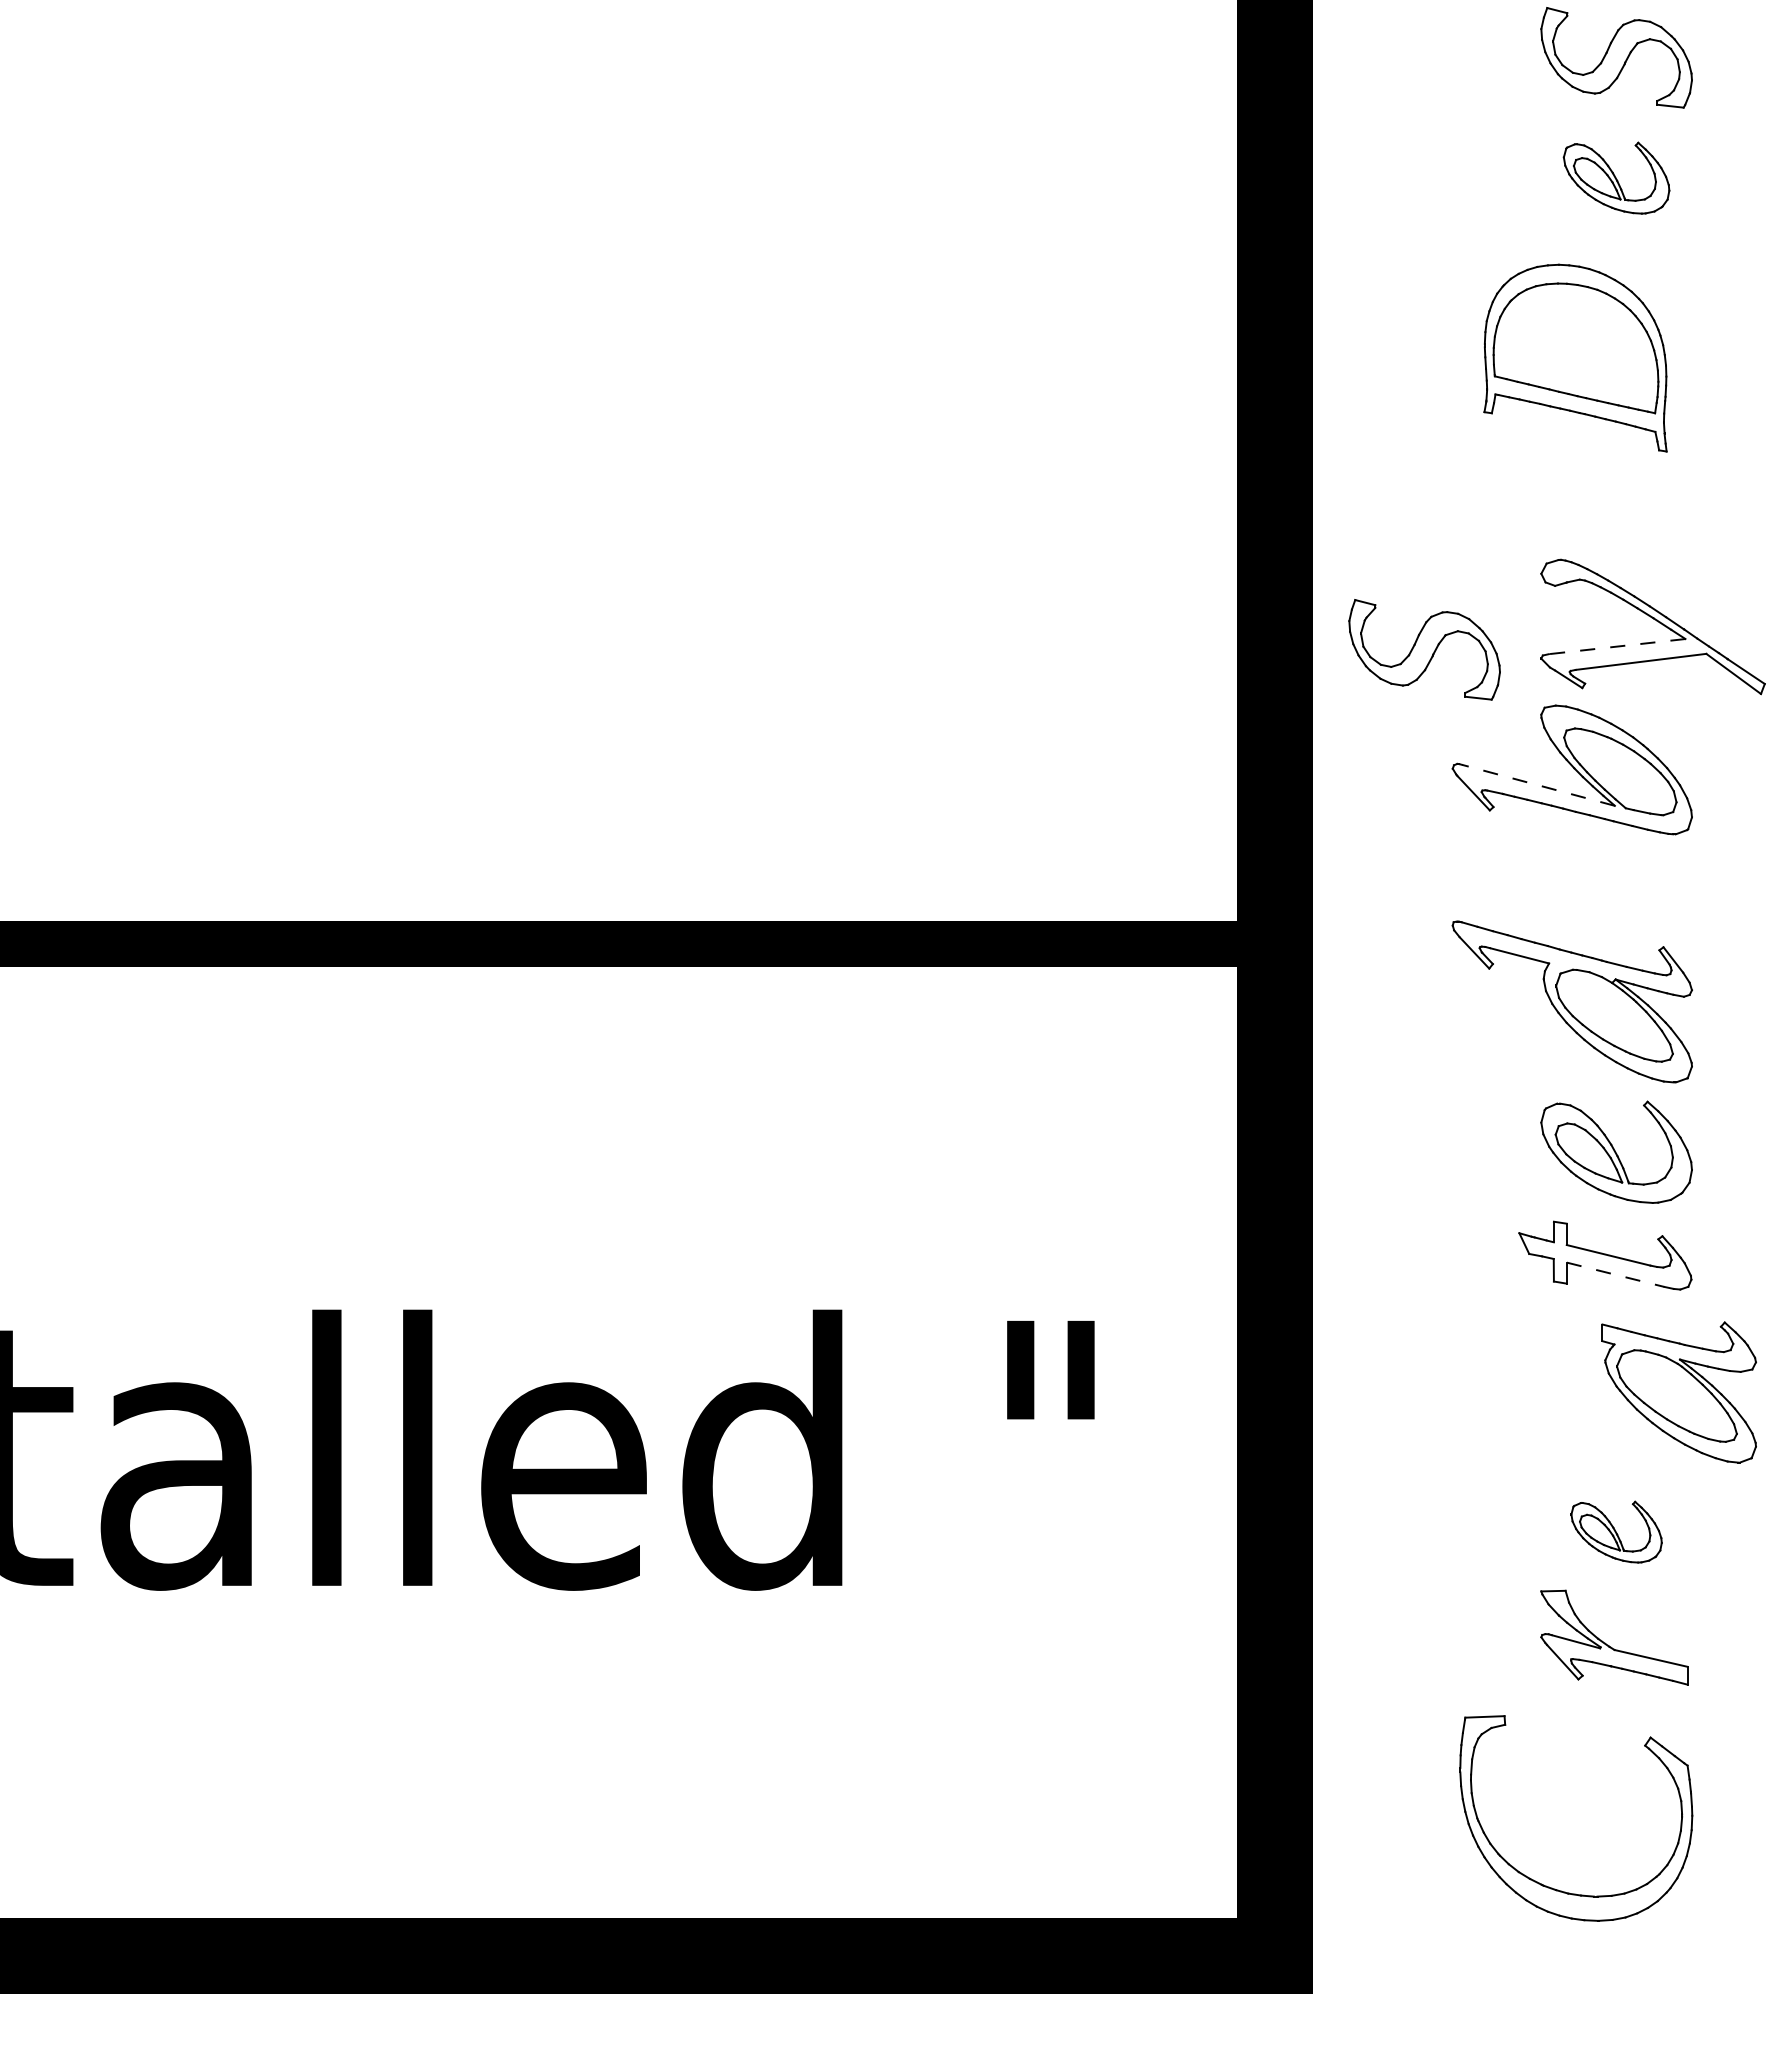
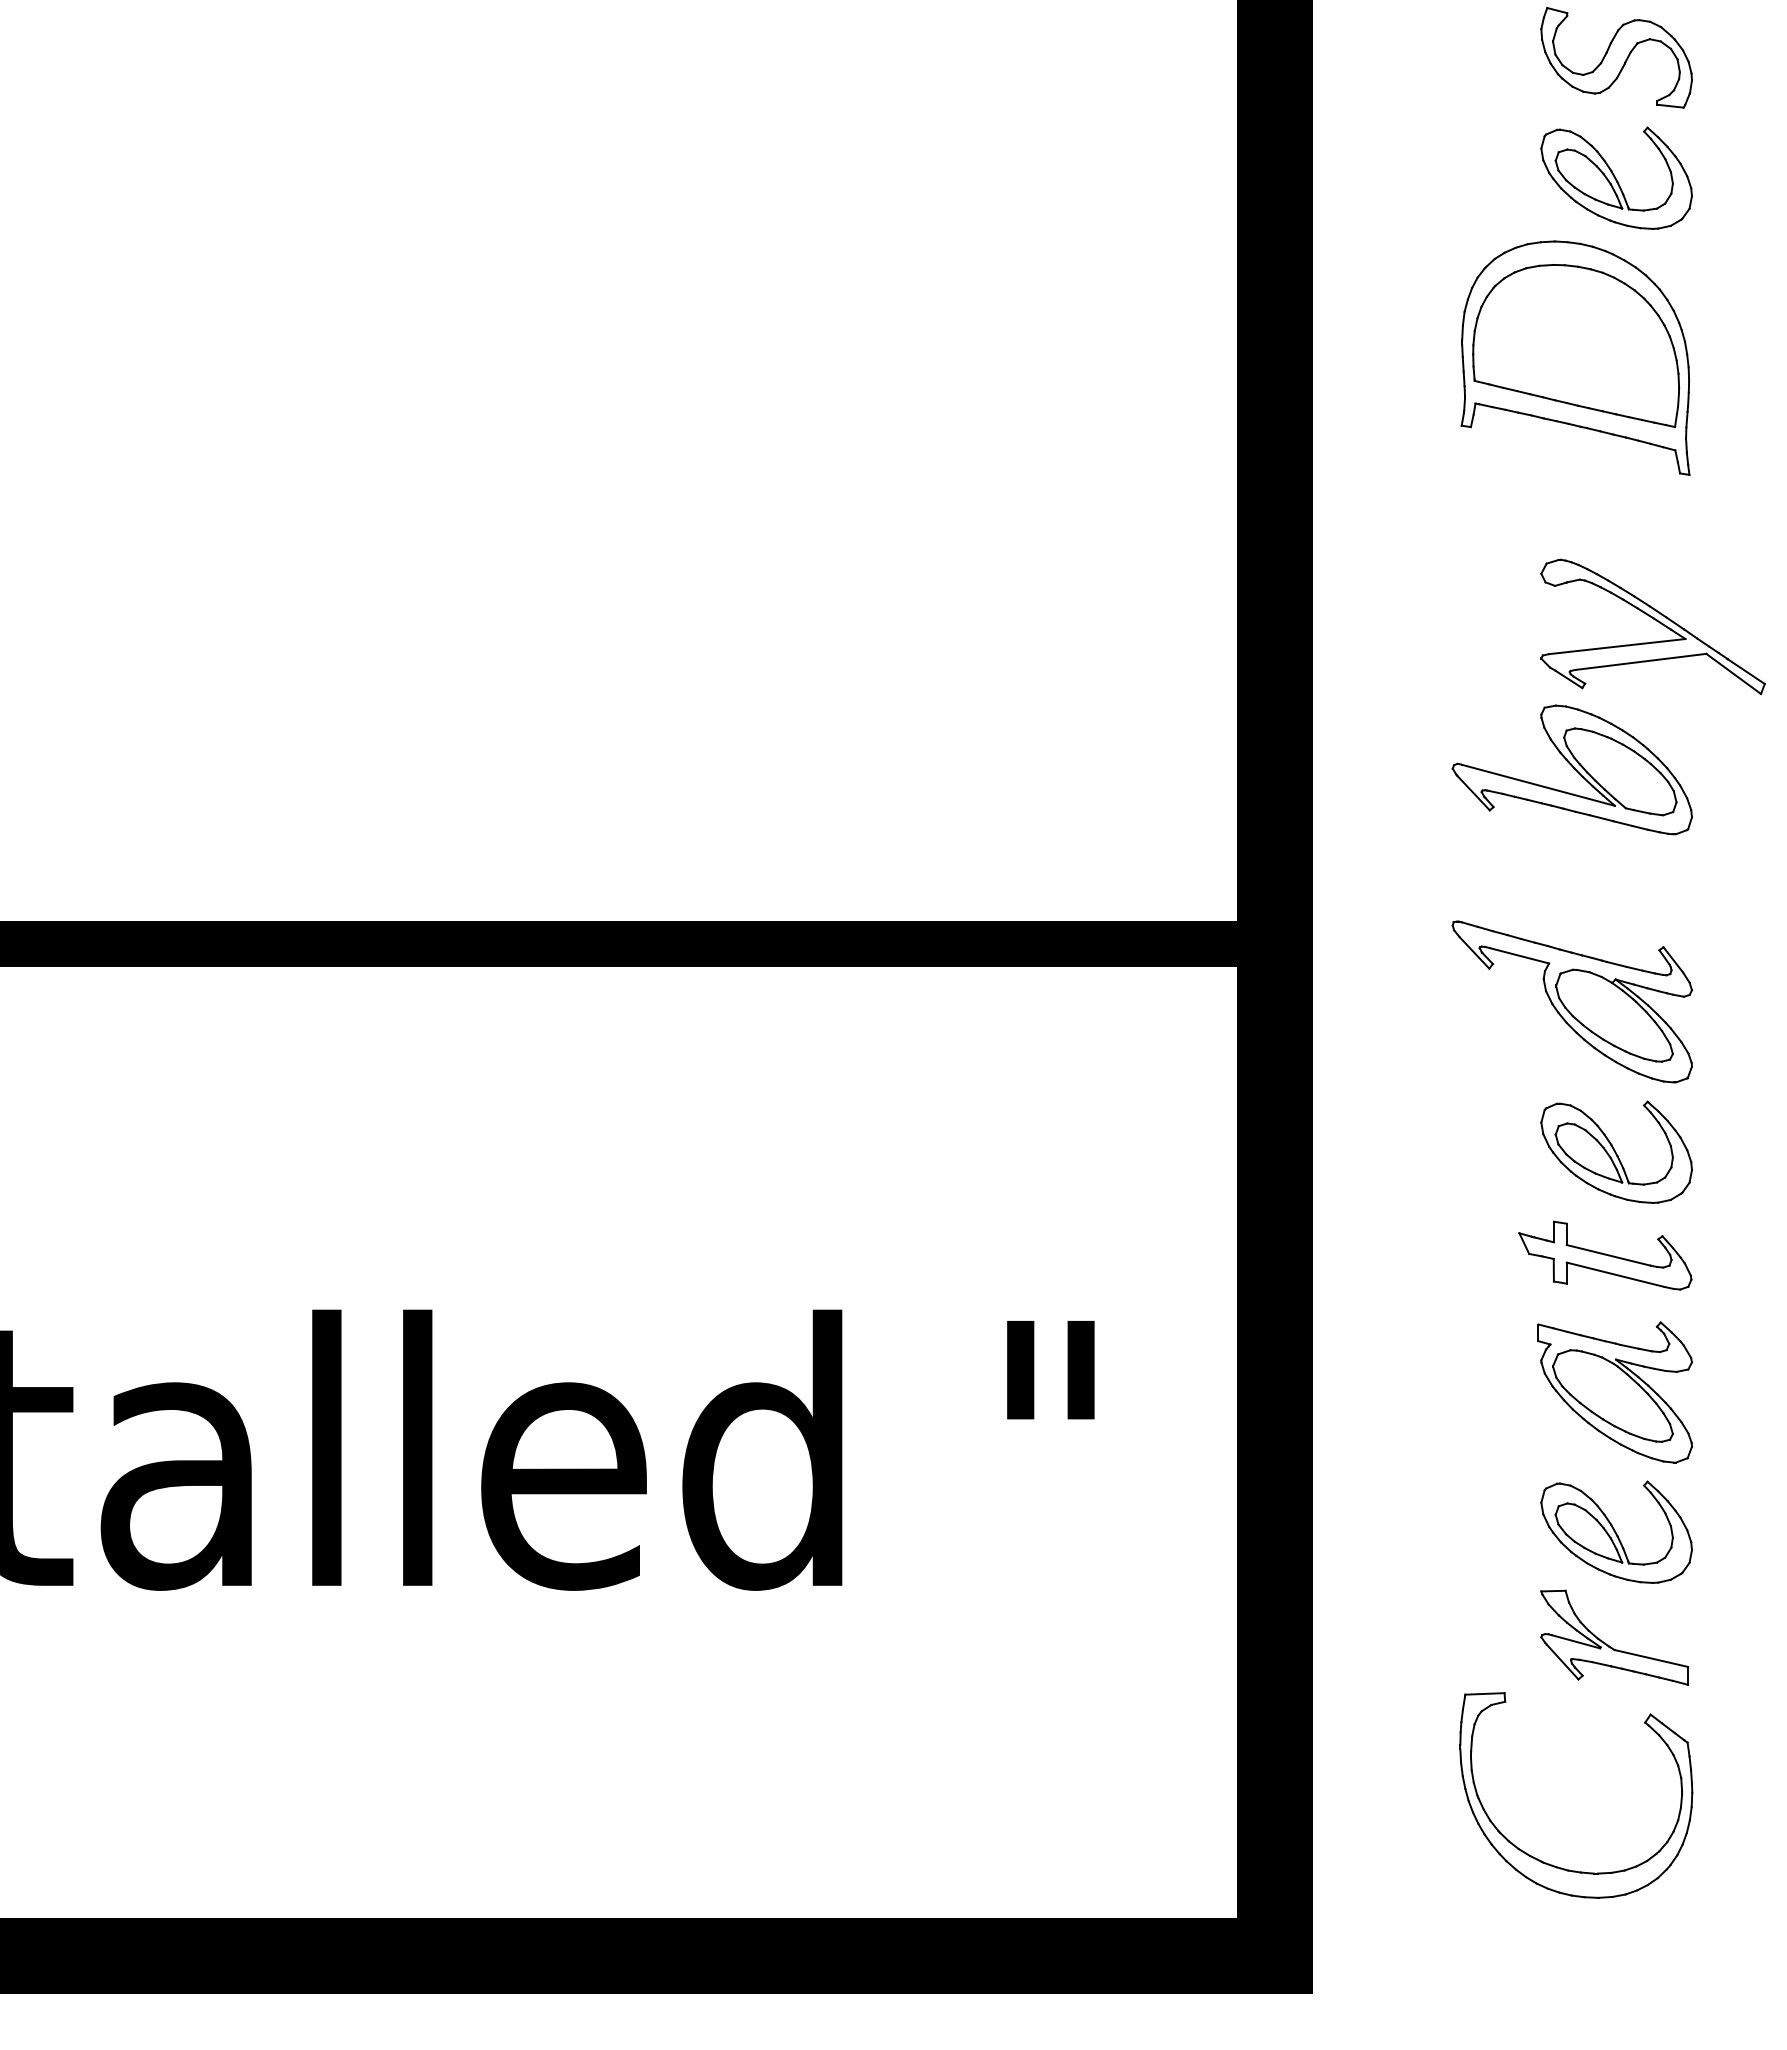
part at (1616, 177) size: 109x74 px -> 153x104 px
part at (1575, 357) size: 185x190 px -> 231x236 px
line at (1617, 646): dashed -> solid
part at (1424, 649): present -> none
line at (1537, 785): dashed -> solid
line at (1616, 1274): dashed -> solid
part at (1678, 1392) position: (1678, 1392) -> (1614, 1392)
part at (1616, 1531) size: 93x64 px -> 153x104 px
part at (1552, 1887) position: (1552, 1887) -> (1552, 1864)
